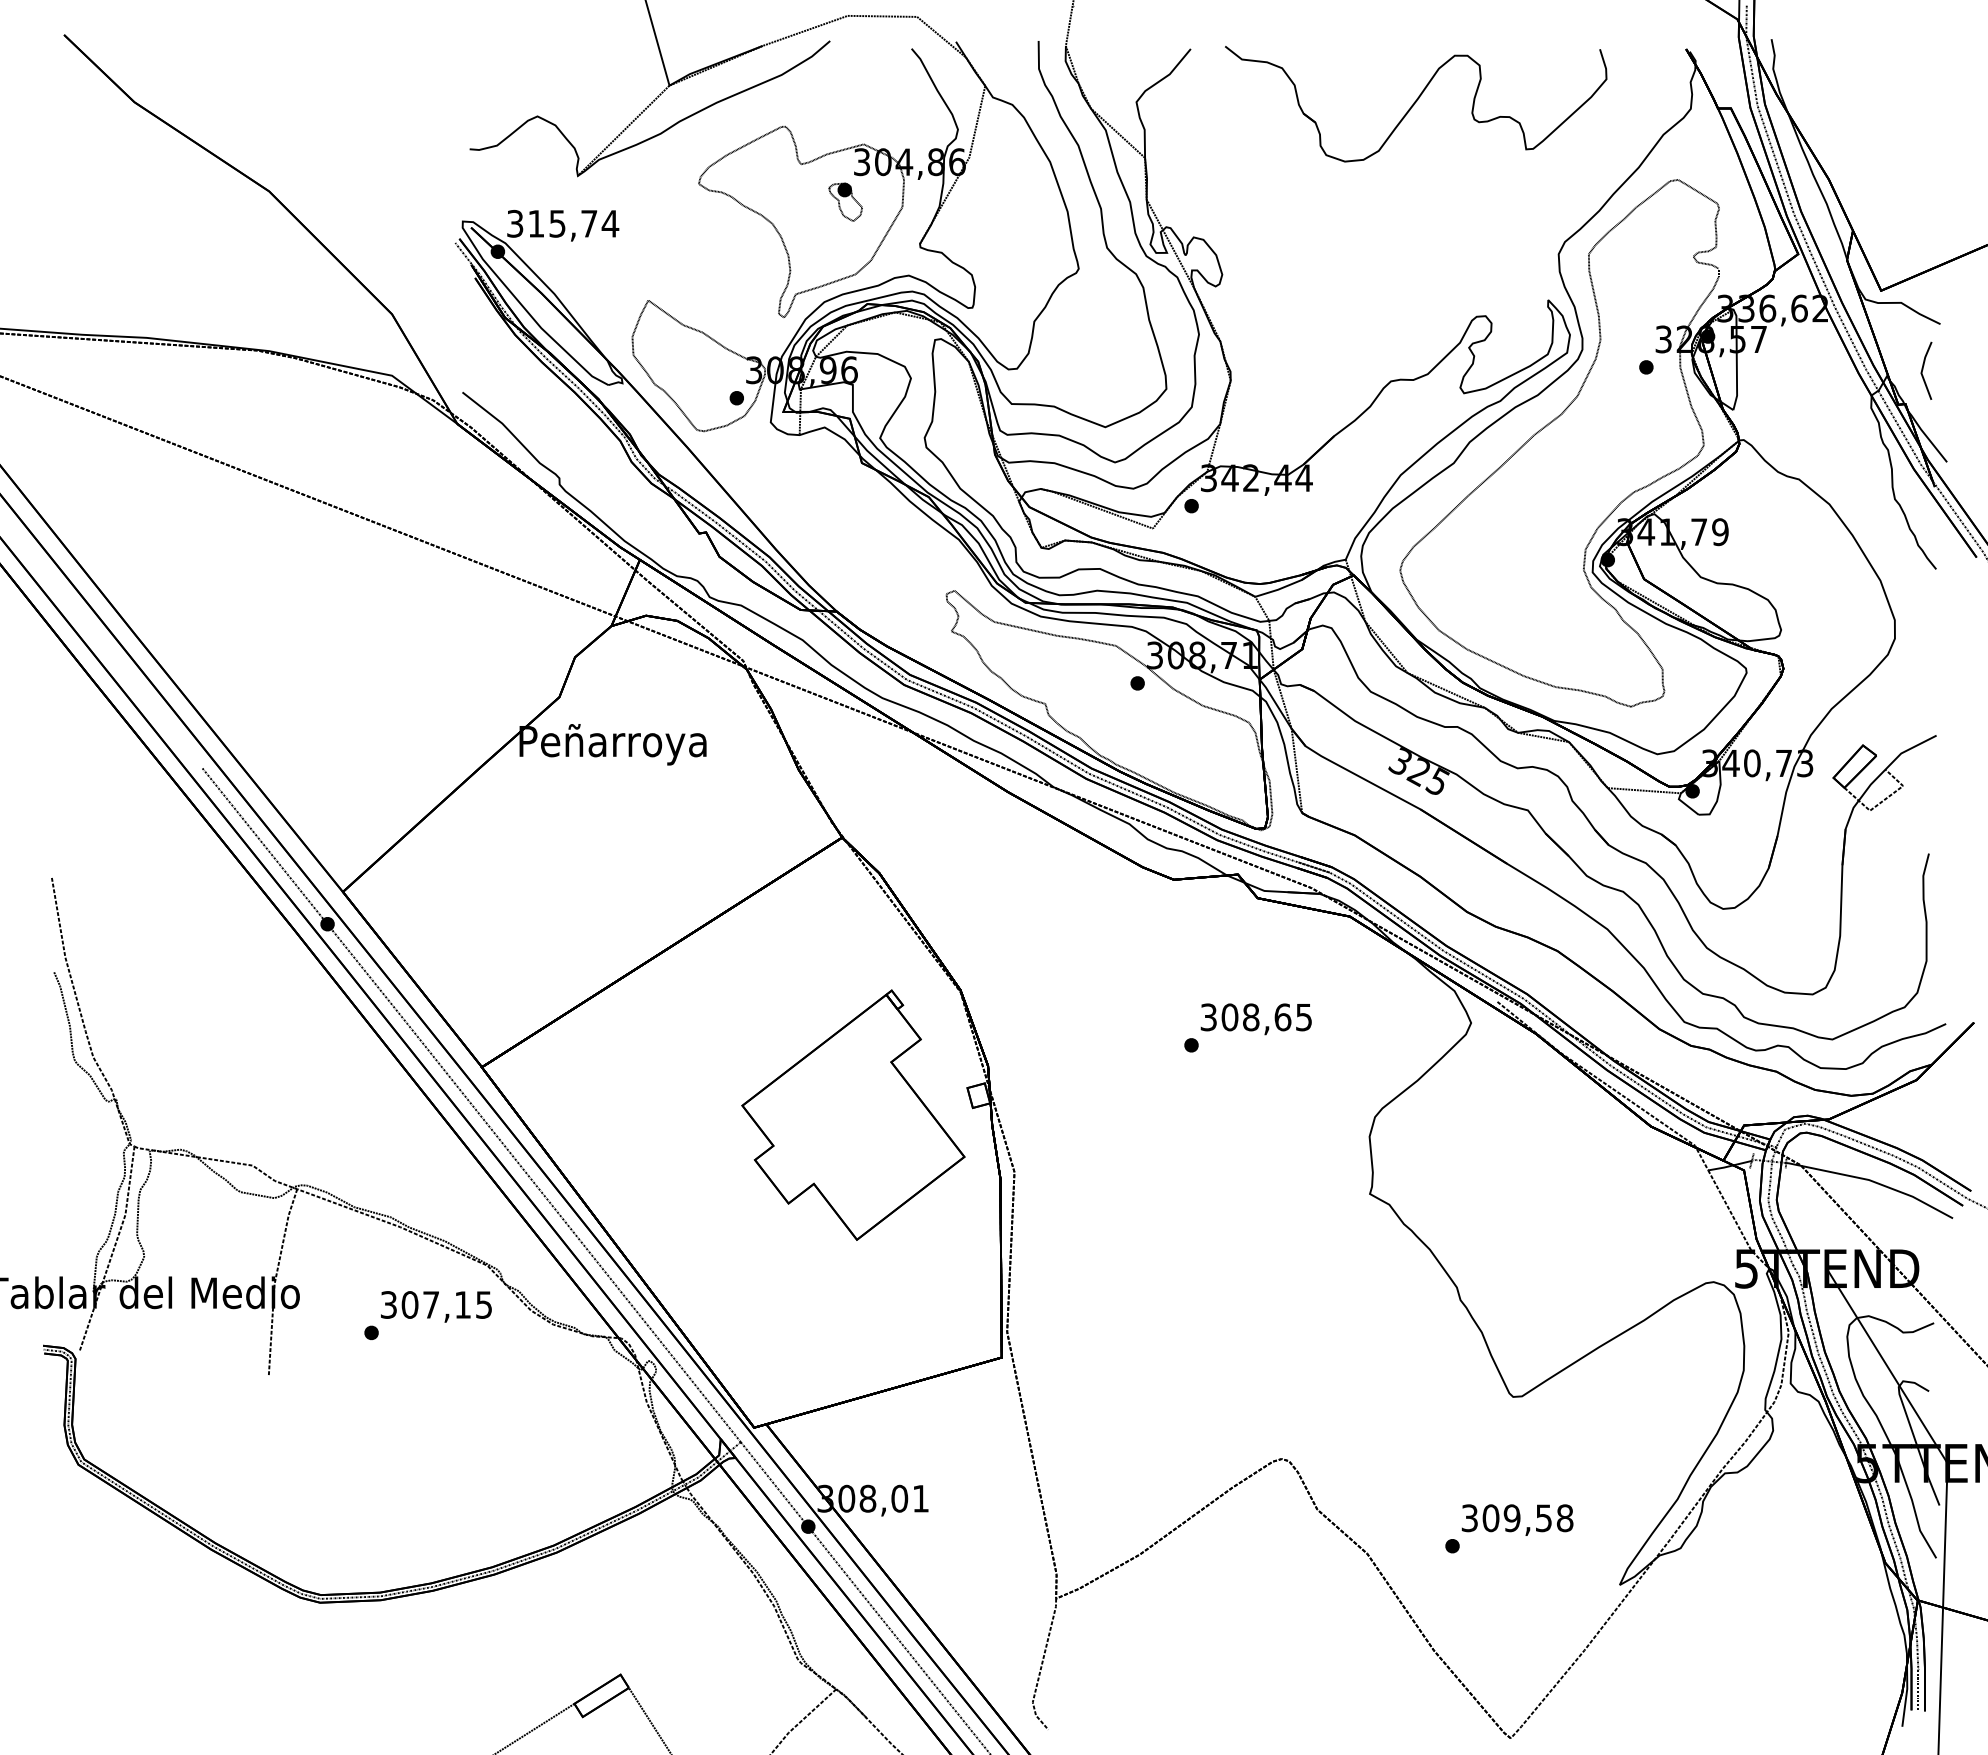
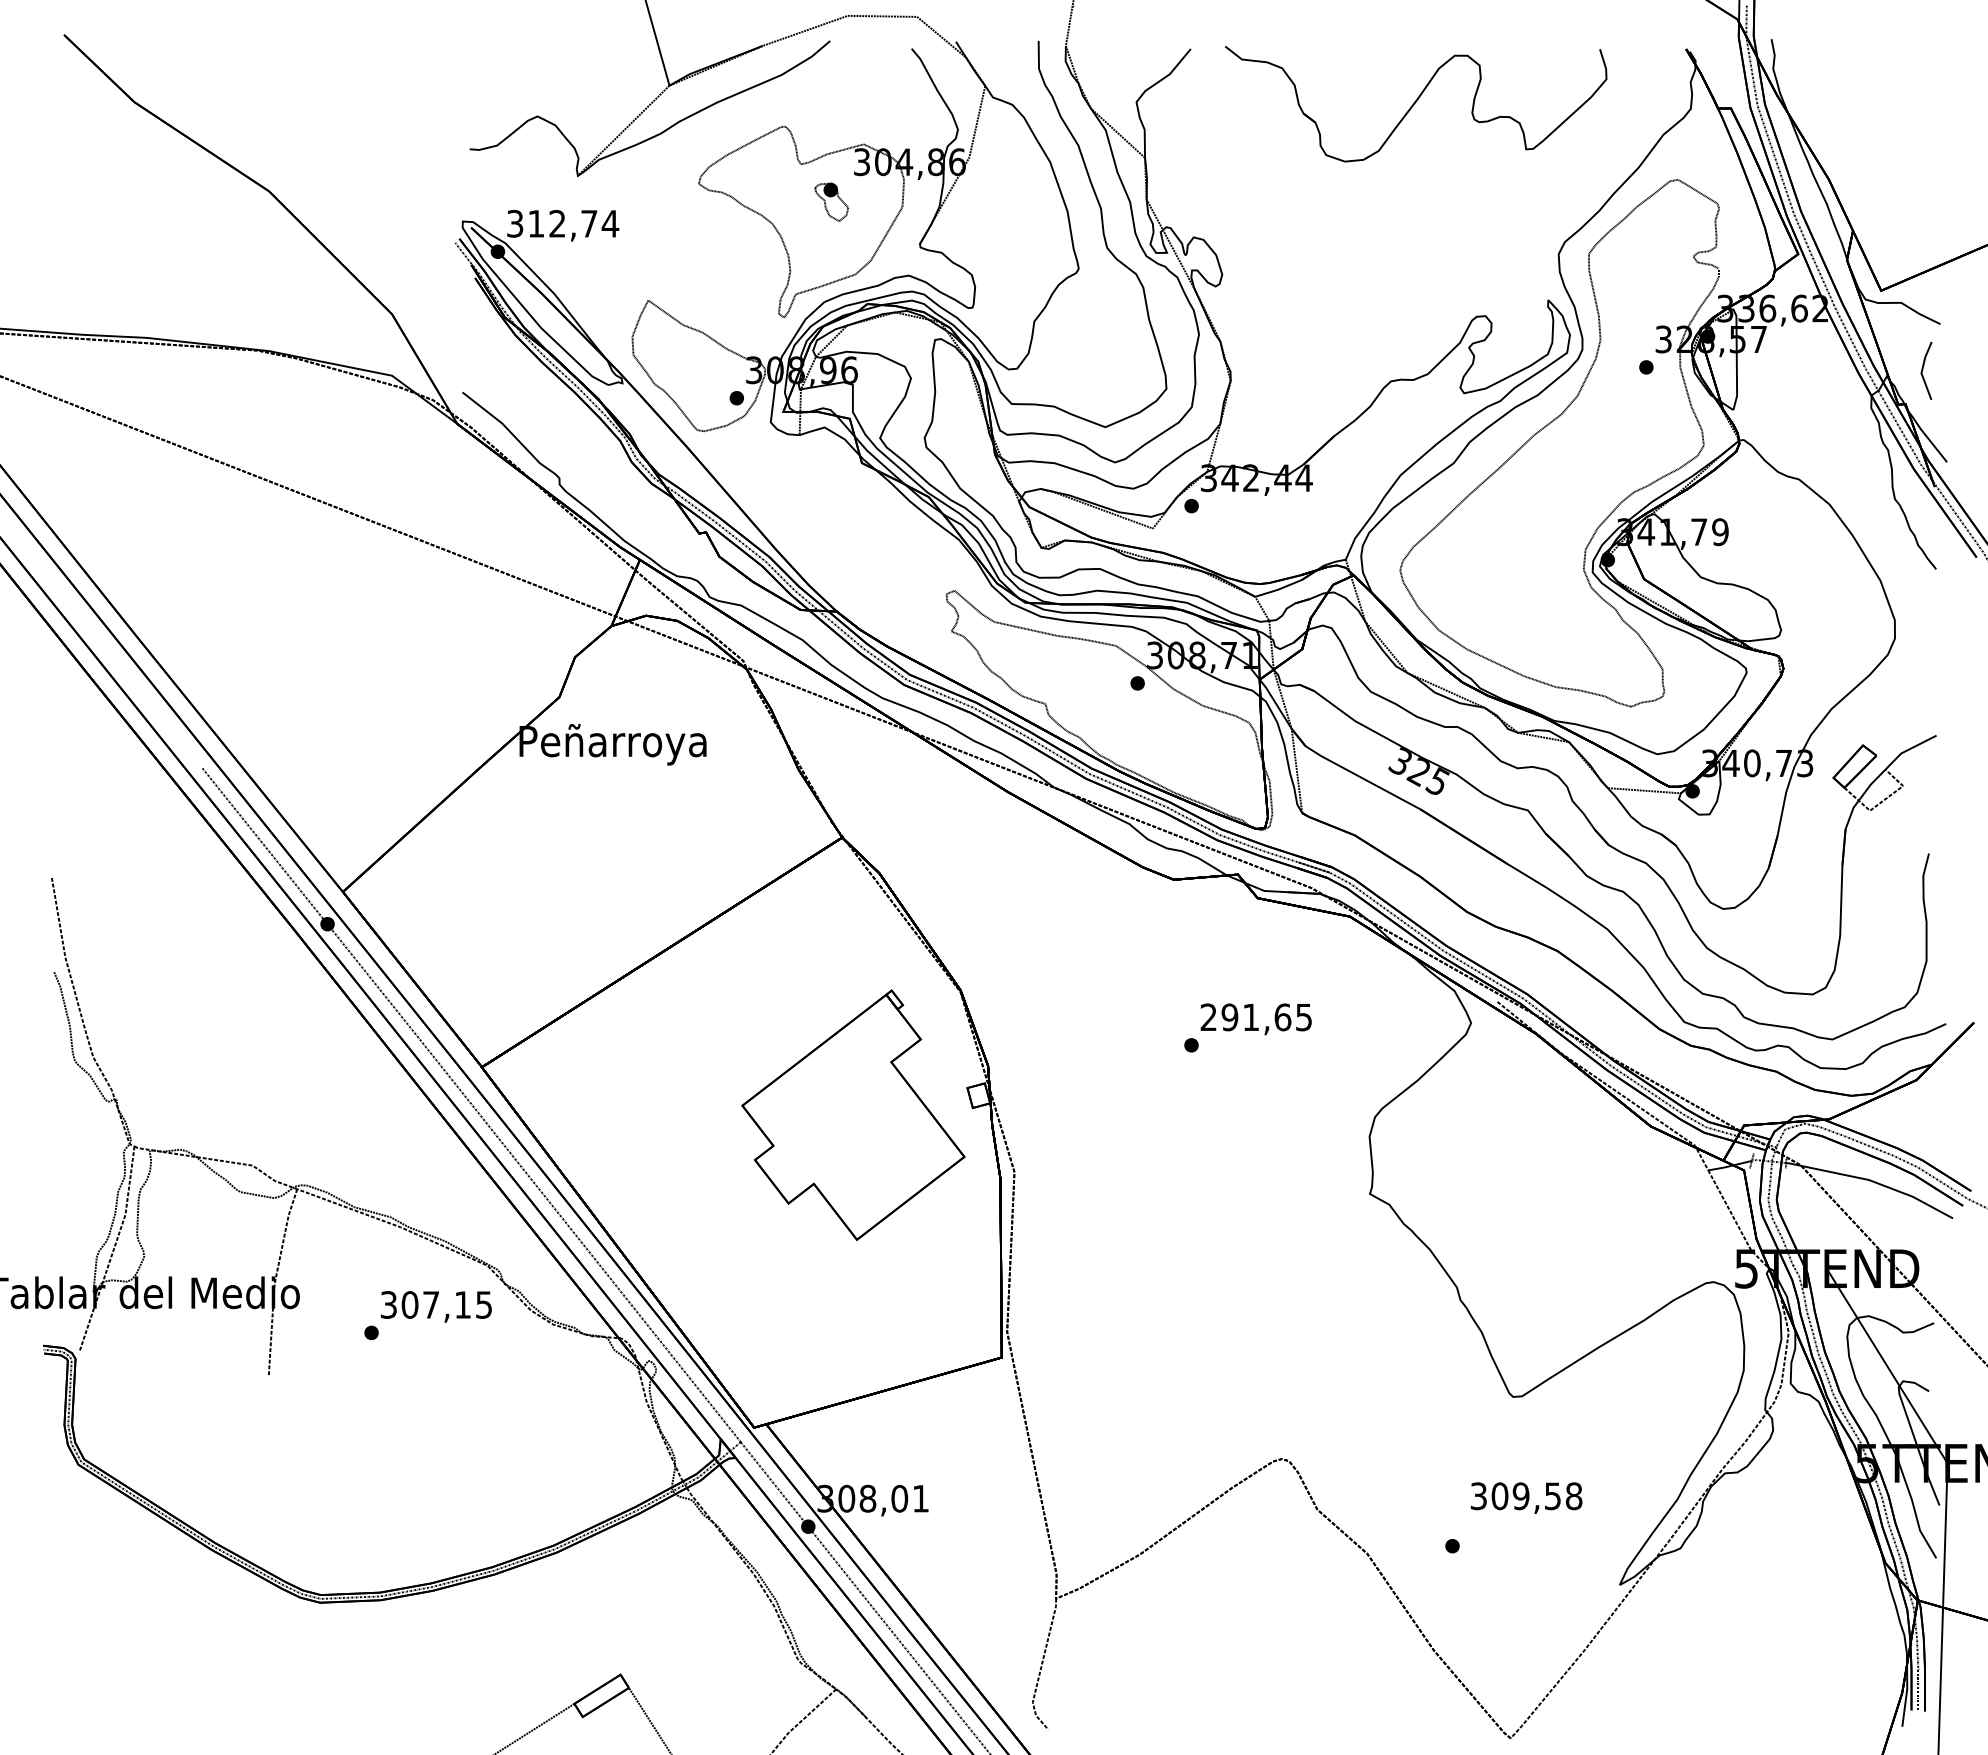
part at (845, 201) position: (845, 201) -> (831, 201)
text at (557, 223): 315,74 -> 312,74
text at (1229, 1017): 308,65 -> 291,65
text at (1517, 1519) position: (1517, 1519) -> (1526, 1497)
